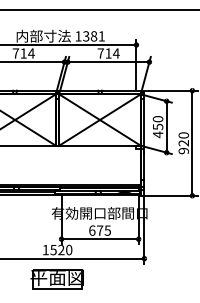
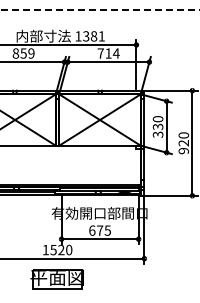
line at (100, 10): solid -> dashed
text at (23, 53): 714 -> 859
text at (157, 130): 450 -> 330
